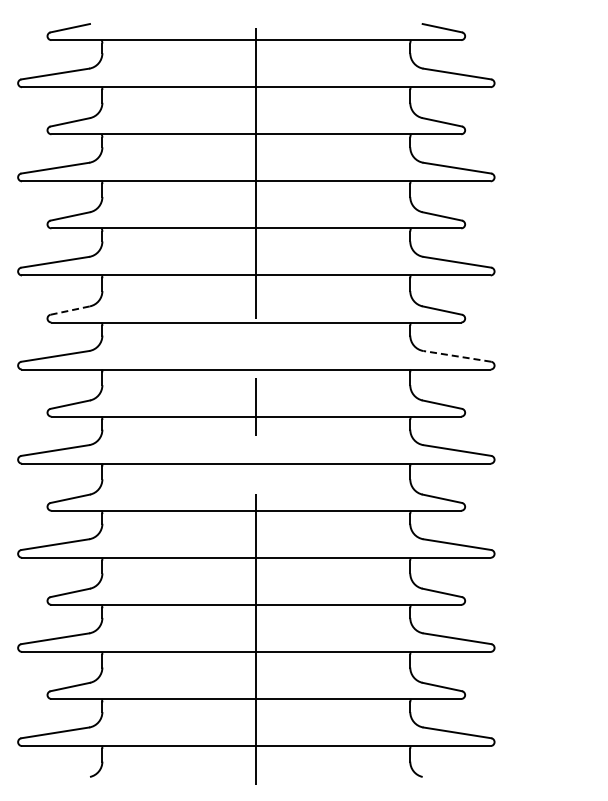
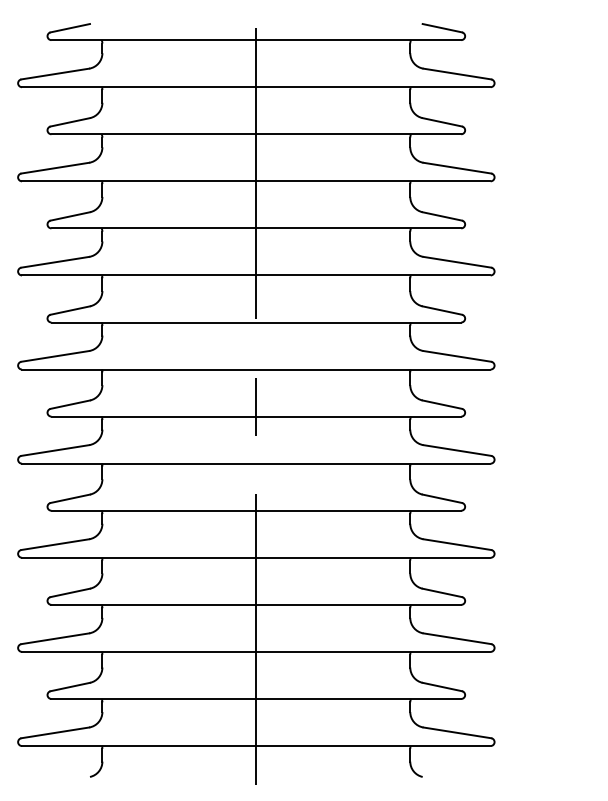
line at (70, 310): dashed -> solid
line at (456, 356): dashed -> solid
